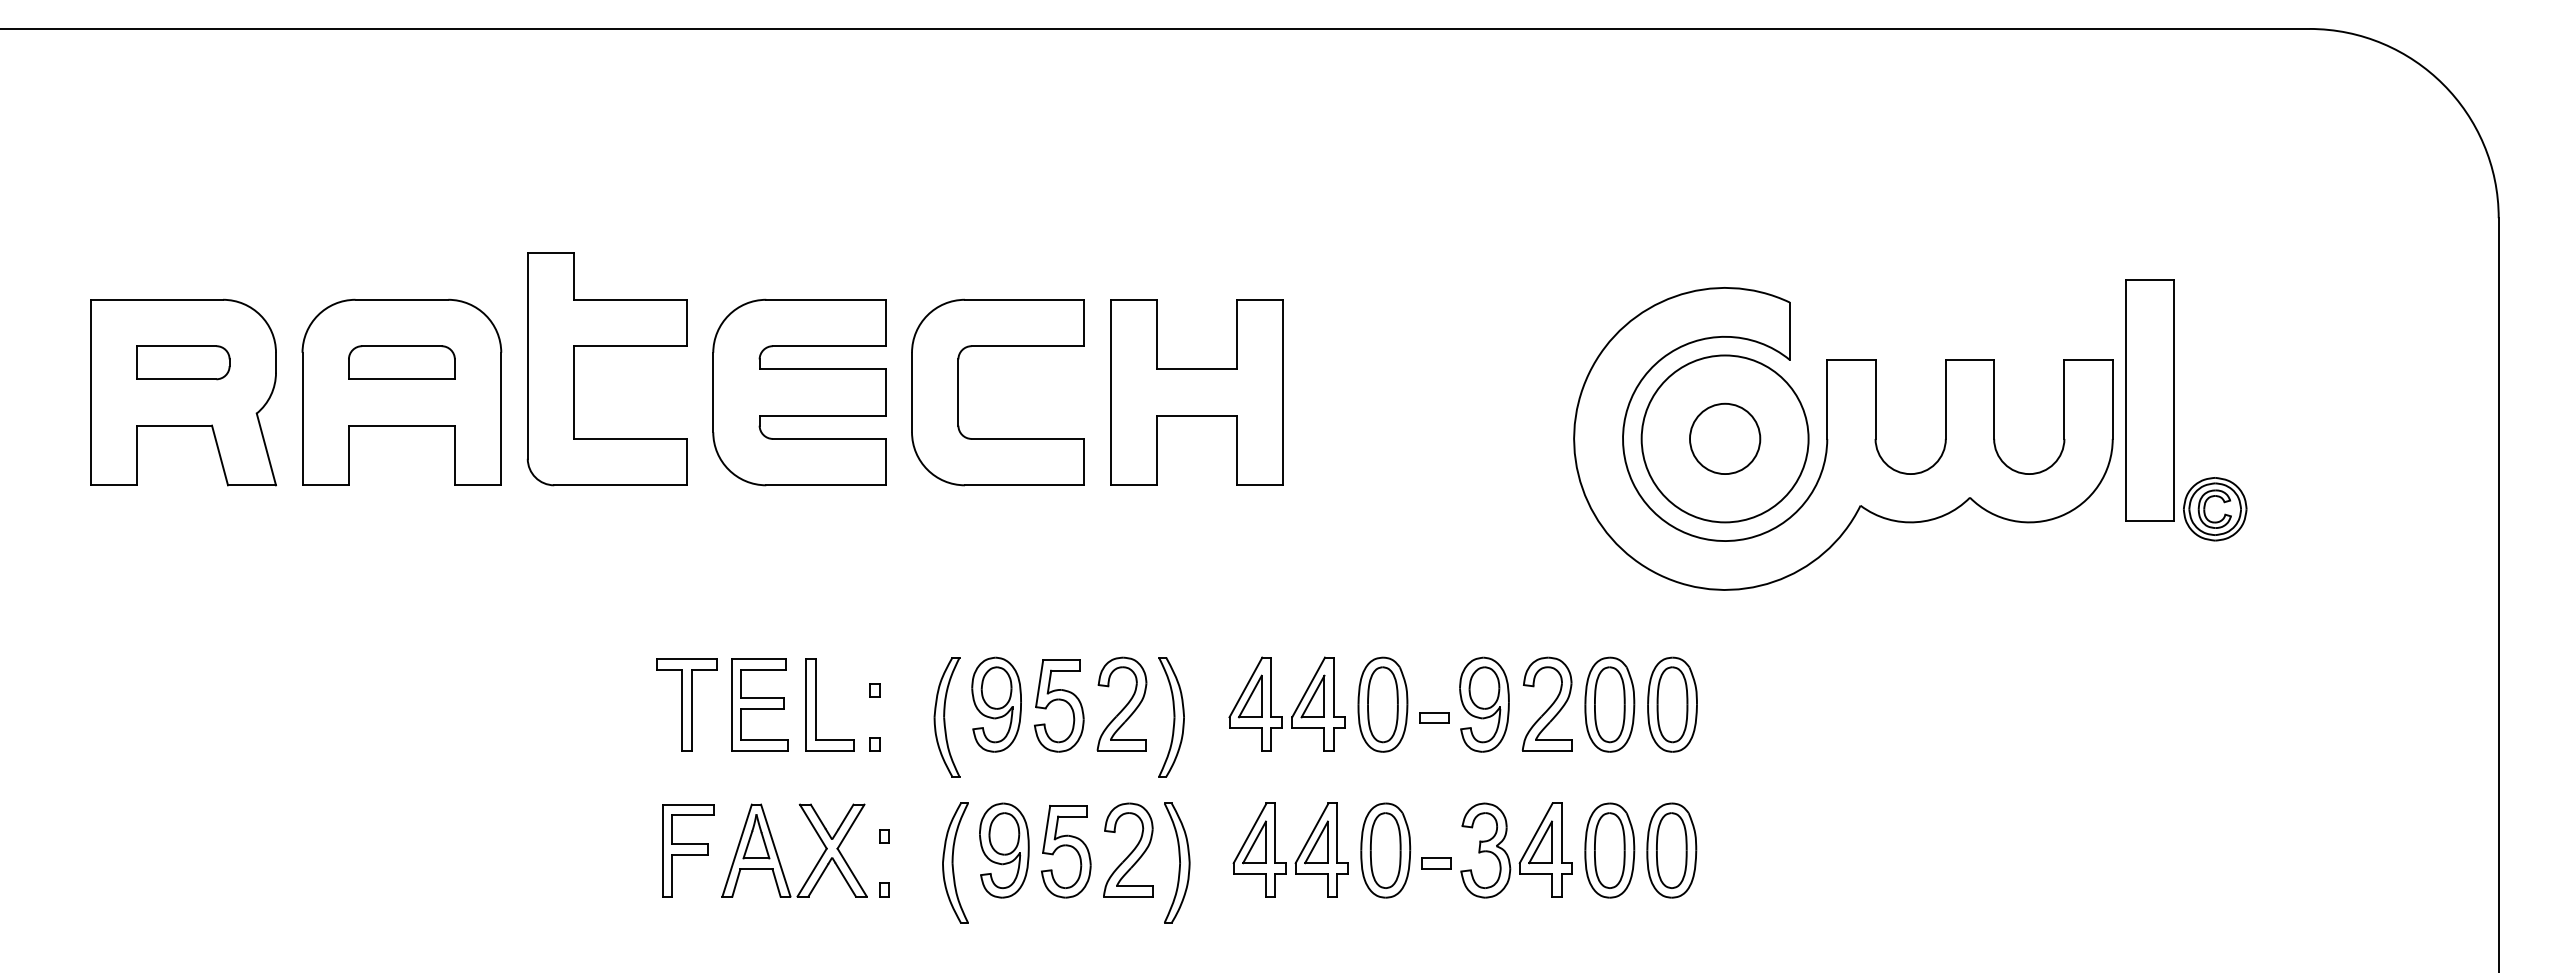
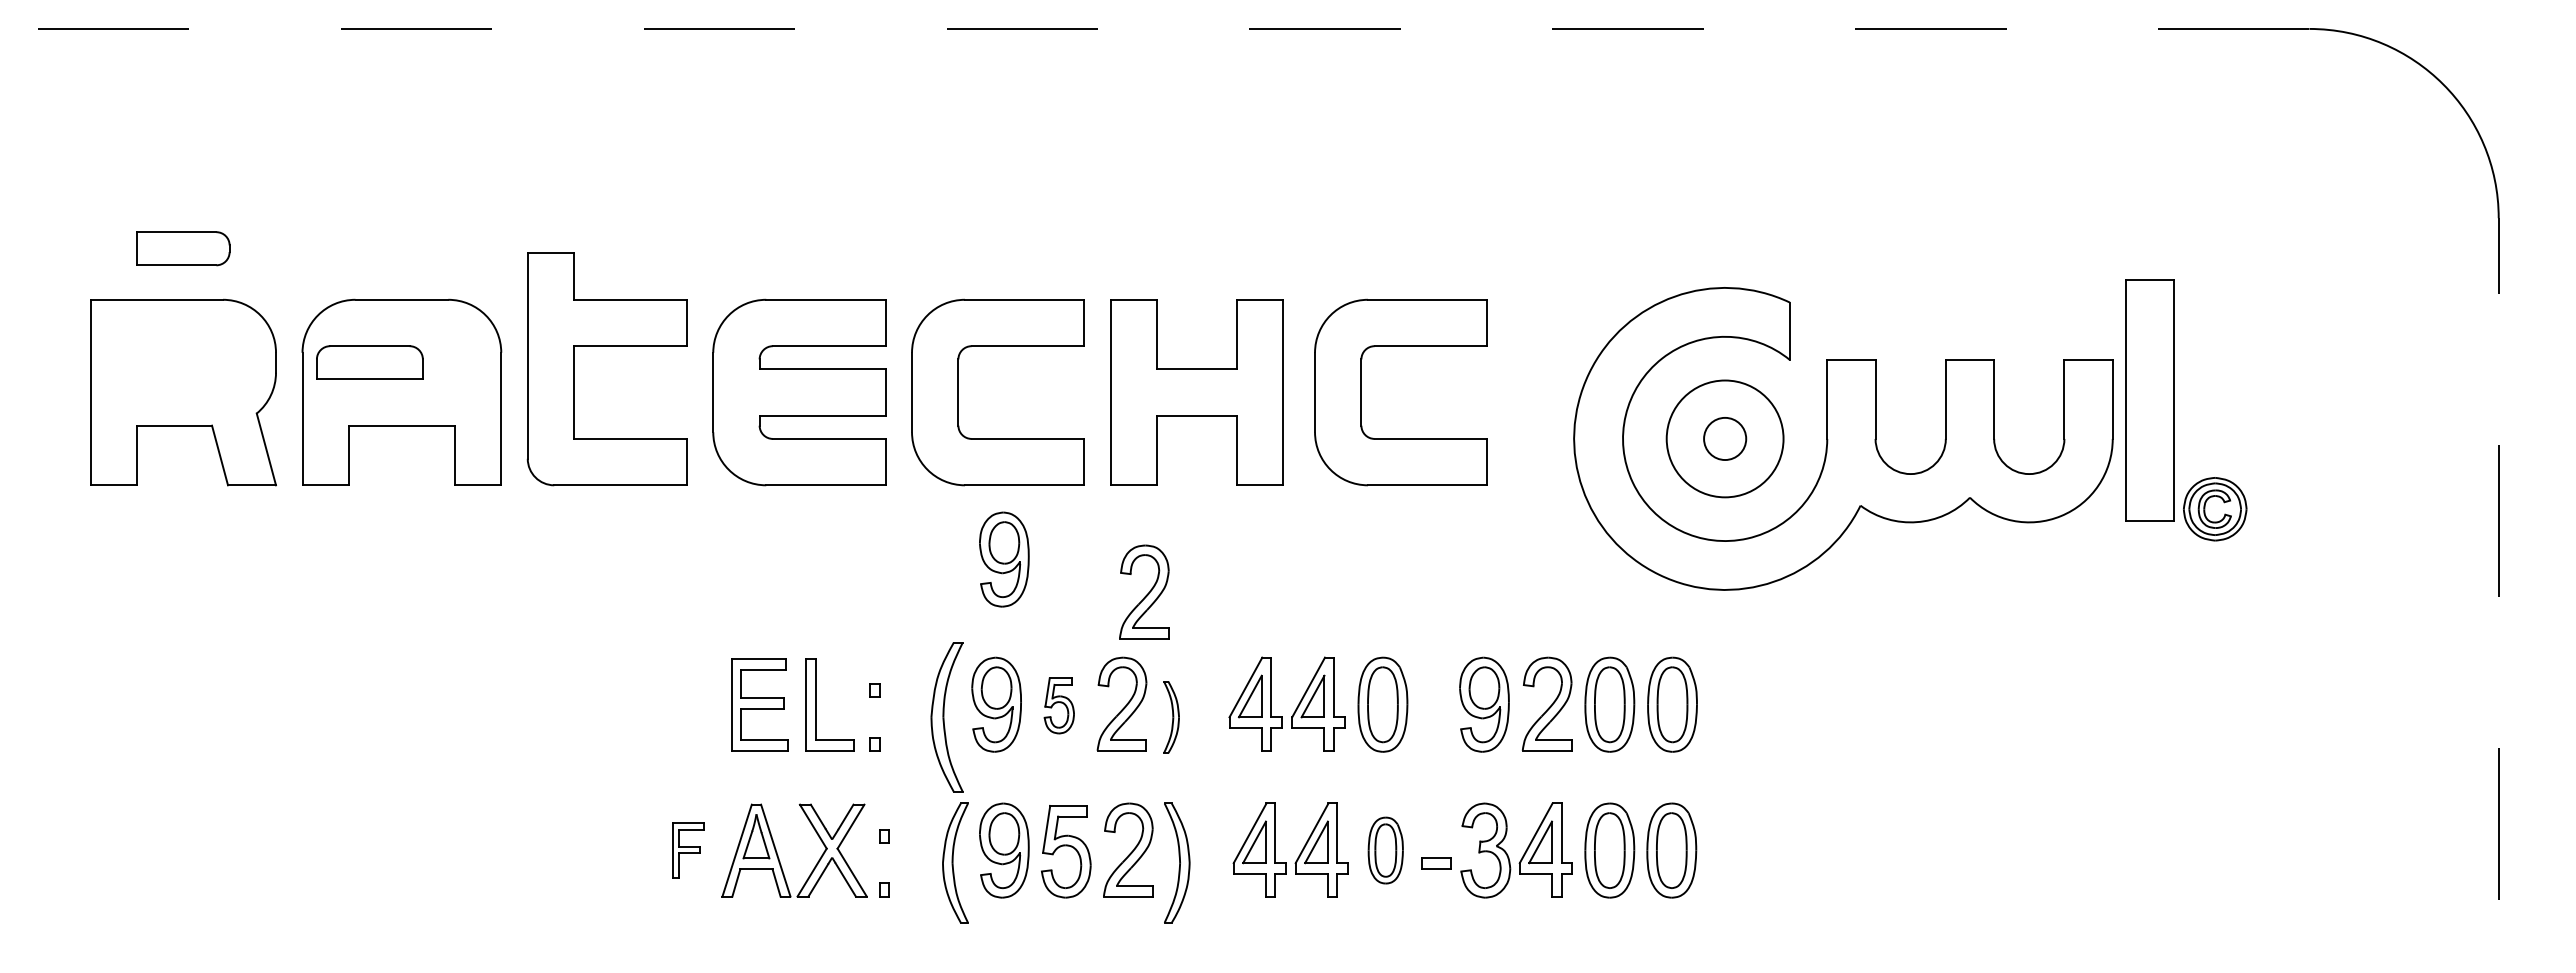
line at (1154, 28): solid -> dashed
part at (183, 362) position: (183, 362) -> (183, 248)
part at (401, 362) position: (401, 362) -> (369, 362)
part at (1361, 392): none -> present
circle at (1724, 438) diameter: 167 px -> 117 px
circle at (1725, 438) diameter: 70 px -> 42 px
part at (1004, 559): none -> present
part at (1144, 591): none -> present
line at (2498, 595): solid -> dashed
part at (686, 704): present -> none
part at (1059, 705) size: 51x94 px -> 32x58 px
part at (946, 717) size: 28x121 px -> 34x151 px
part at (1171, 717) size: 27x121 px -> 17x73 px
part at (1434, 717): present -> none
part at (688, 850) size: 53x94 px -> 33x57 px
part at (1385, 850) size: 52x97 px -> 37x69 px
